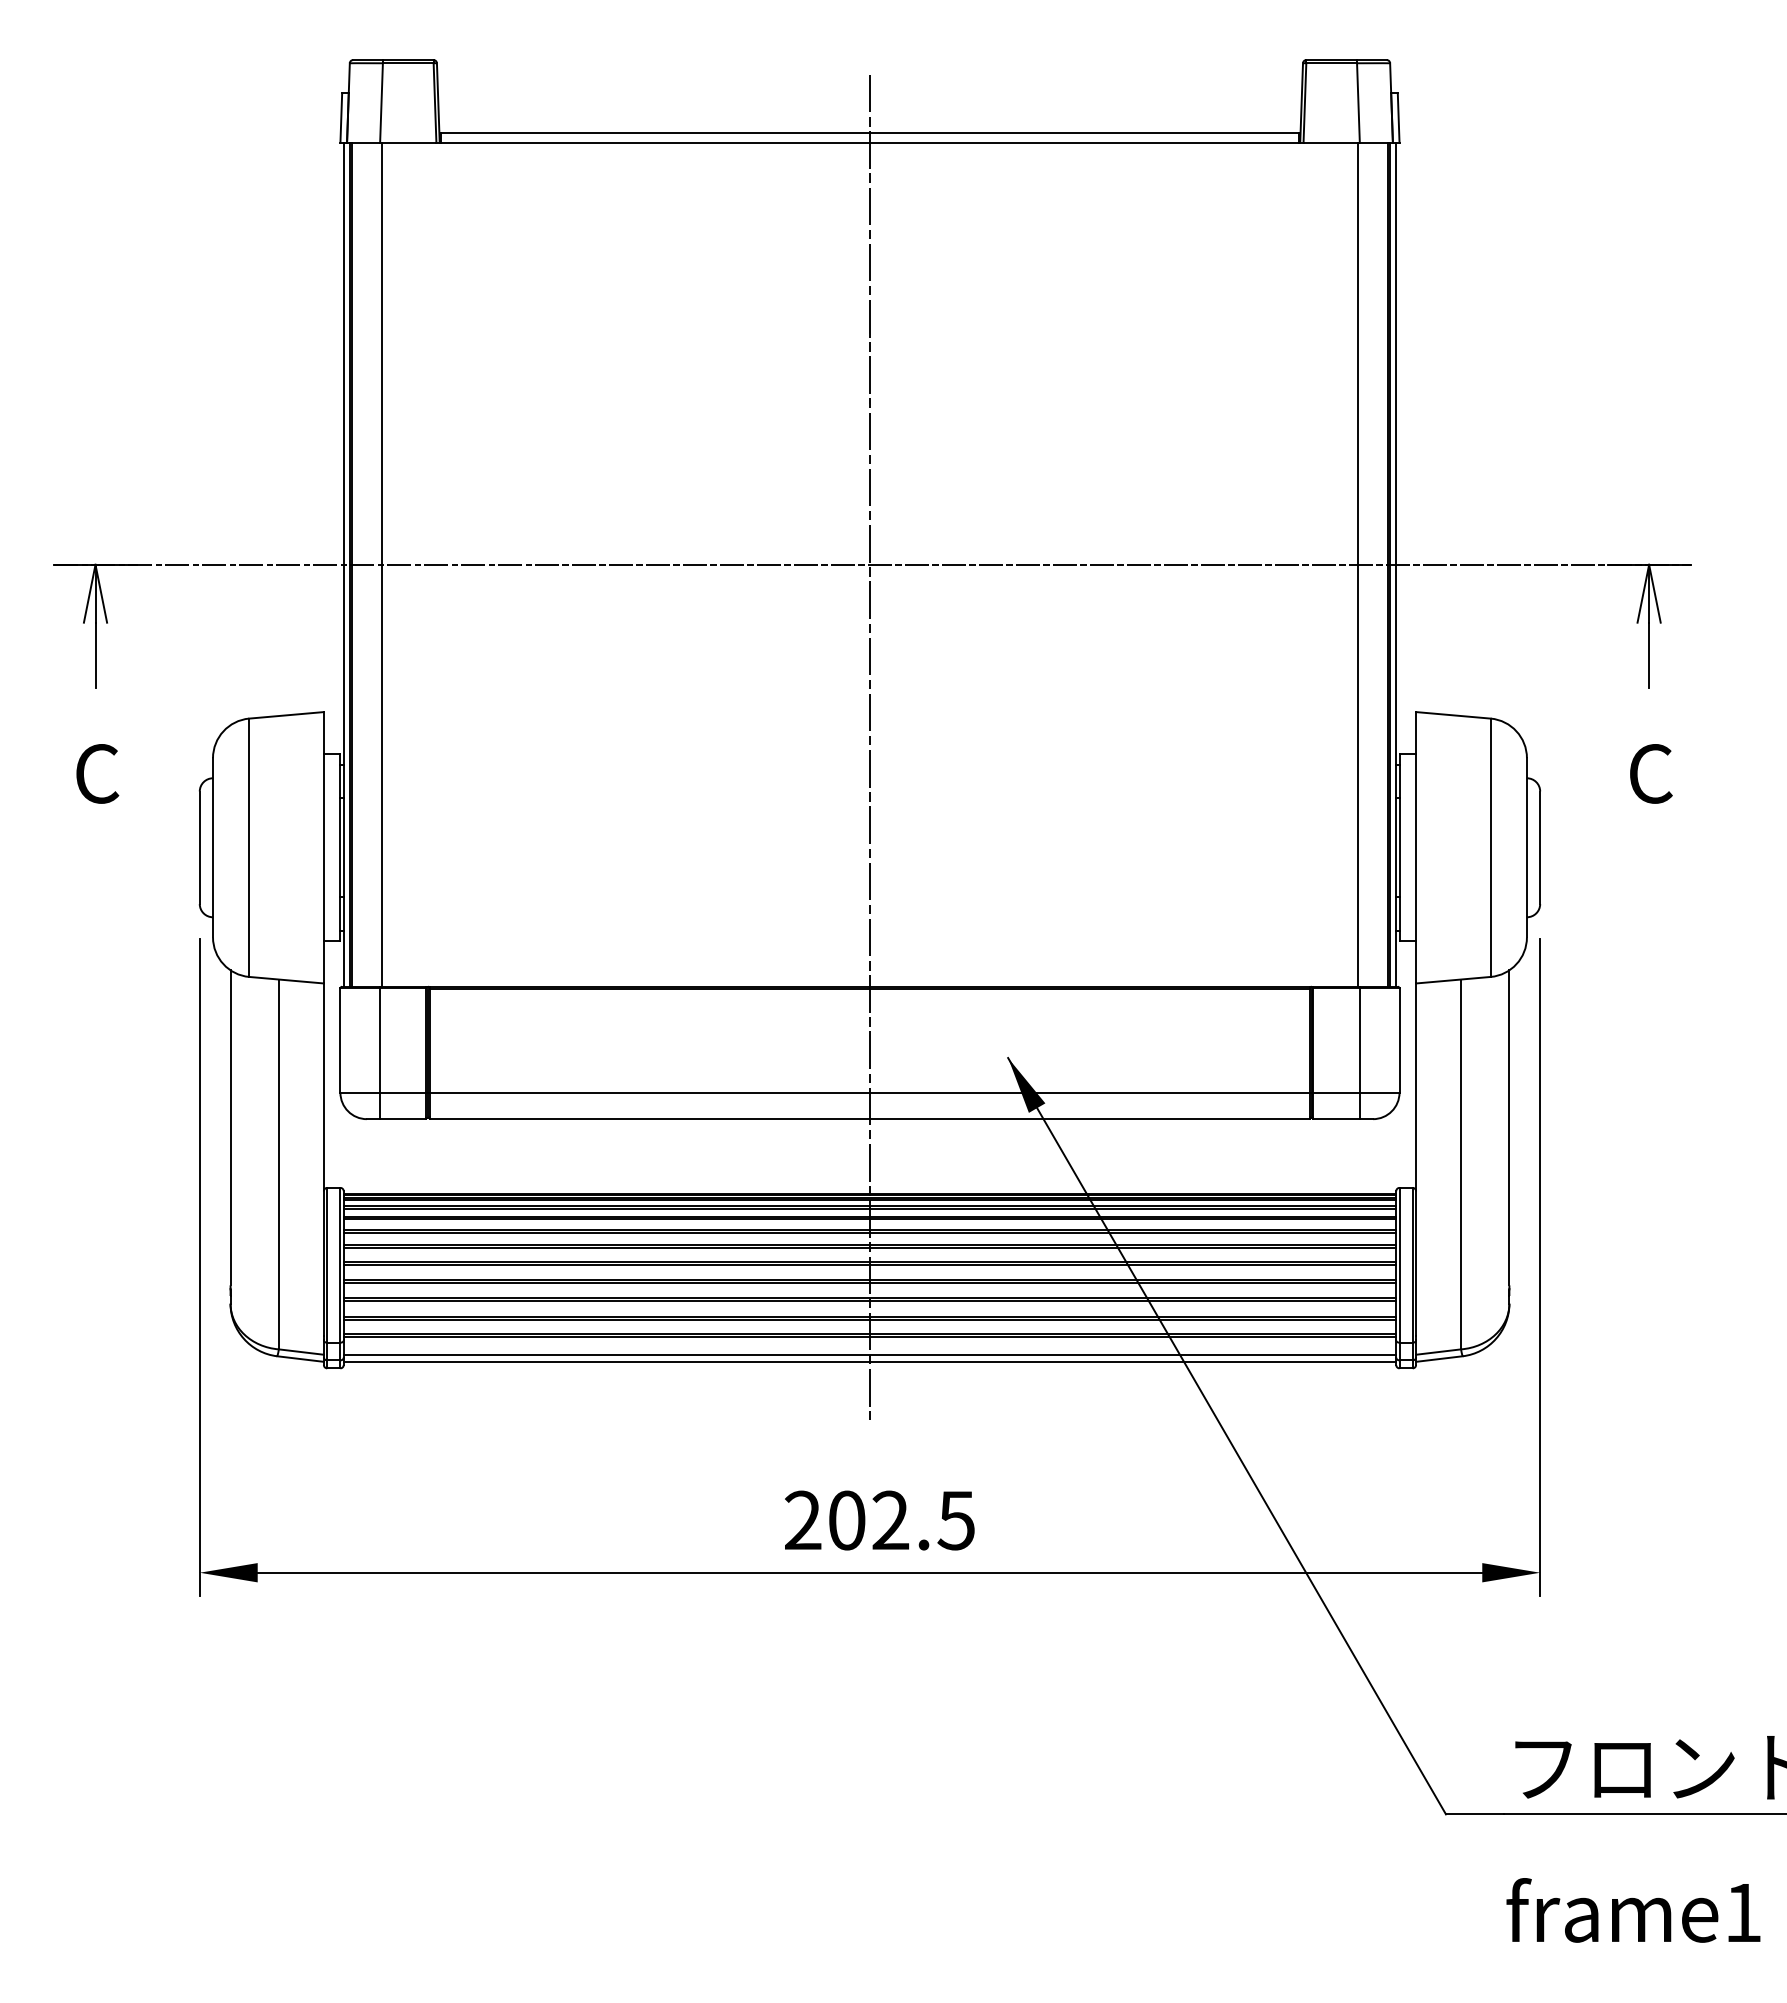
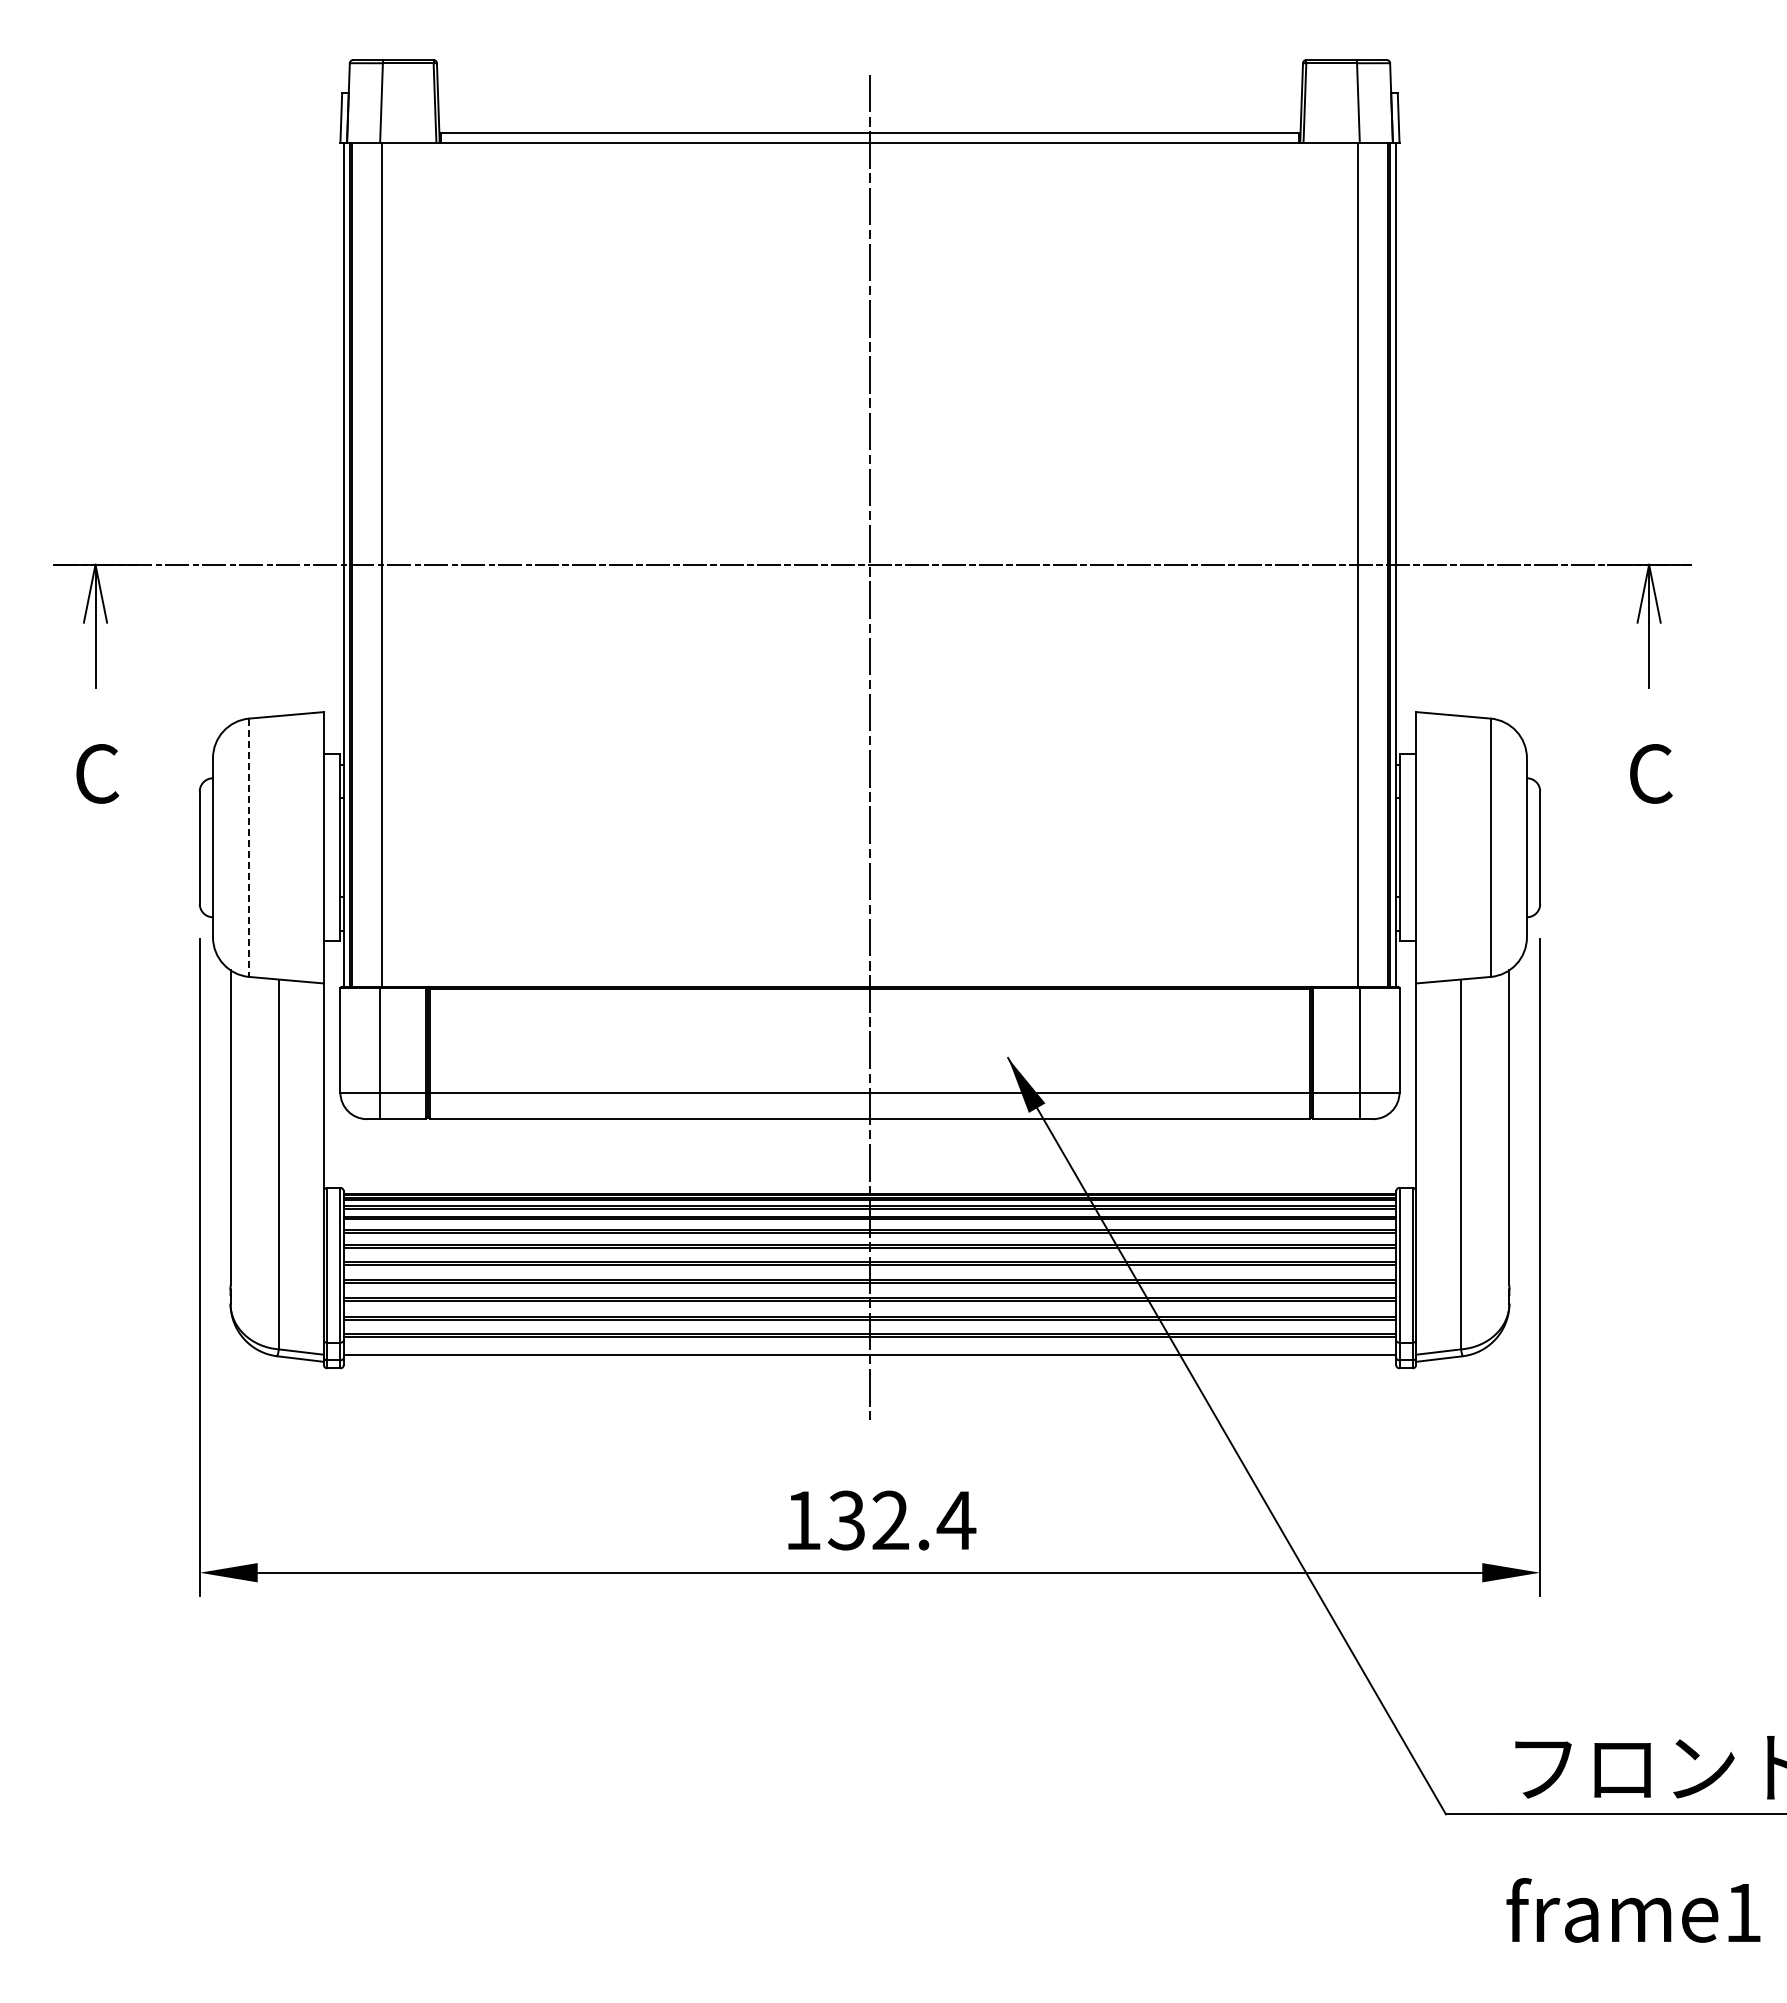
line at (249, 848): solid -> dashed
line at (869, 1361): present -> none
text at (880, 1520): 202.5 -> 132.4
